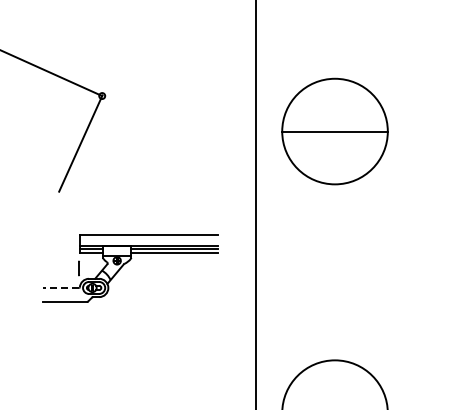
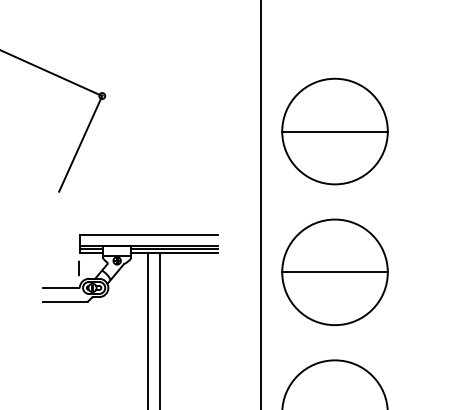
line at (256, 204) position: (256, 204) -> (261, 204)
part at (334, 271): none -> present
line at (61, 287): dashed -> solid
line at (147, 329): none -> present
line at (159, 329): none -> present
